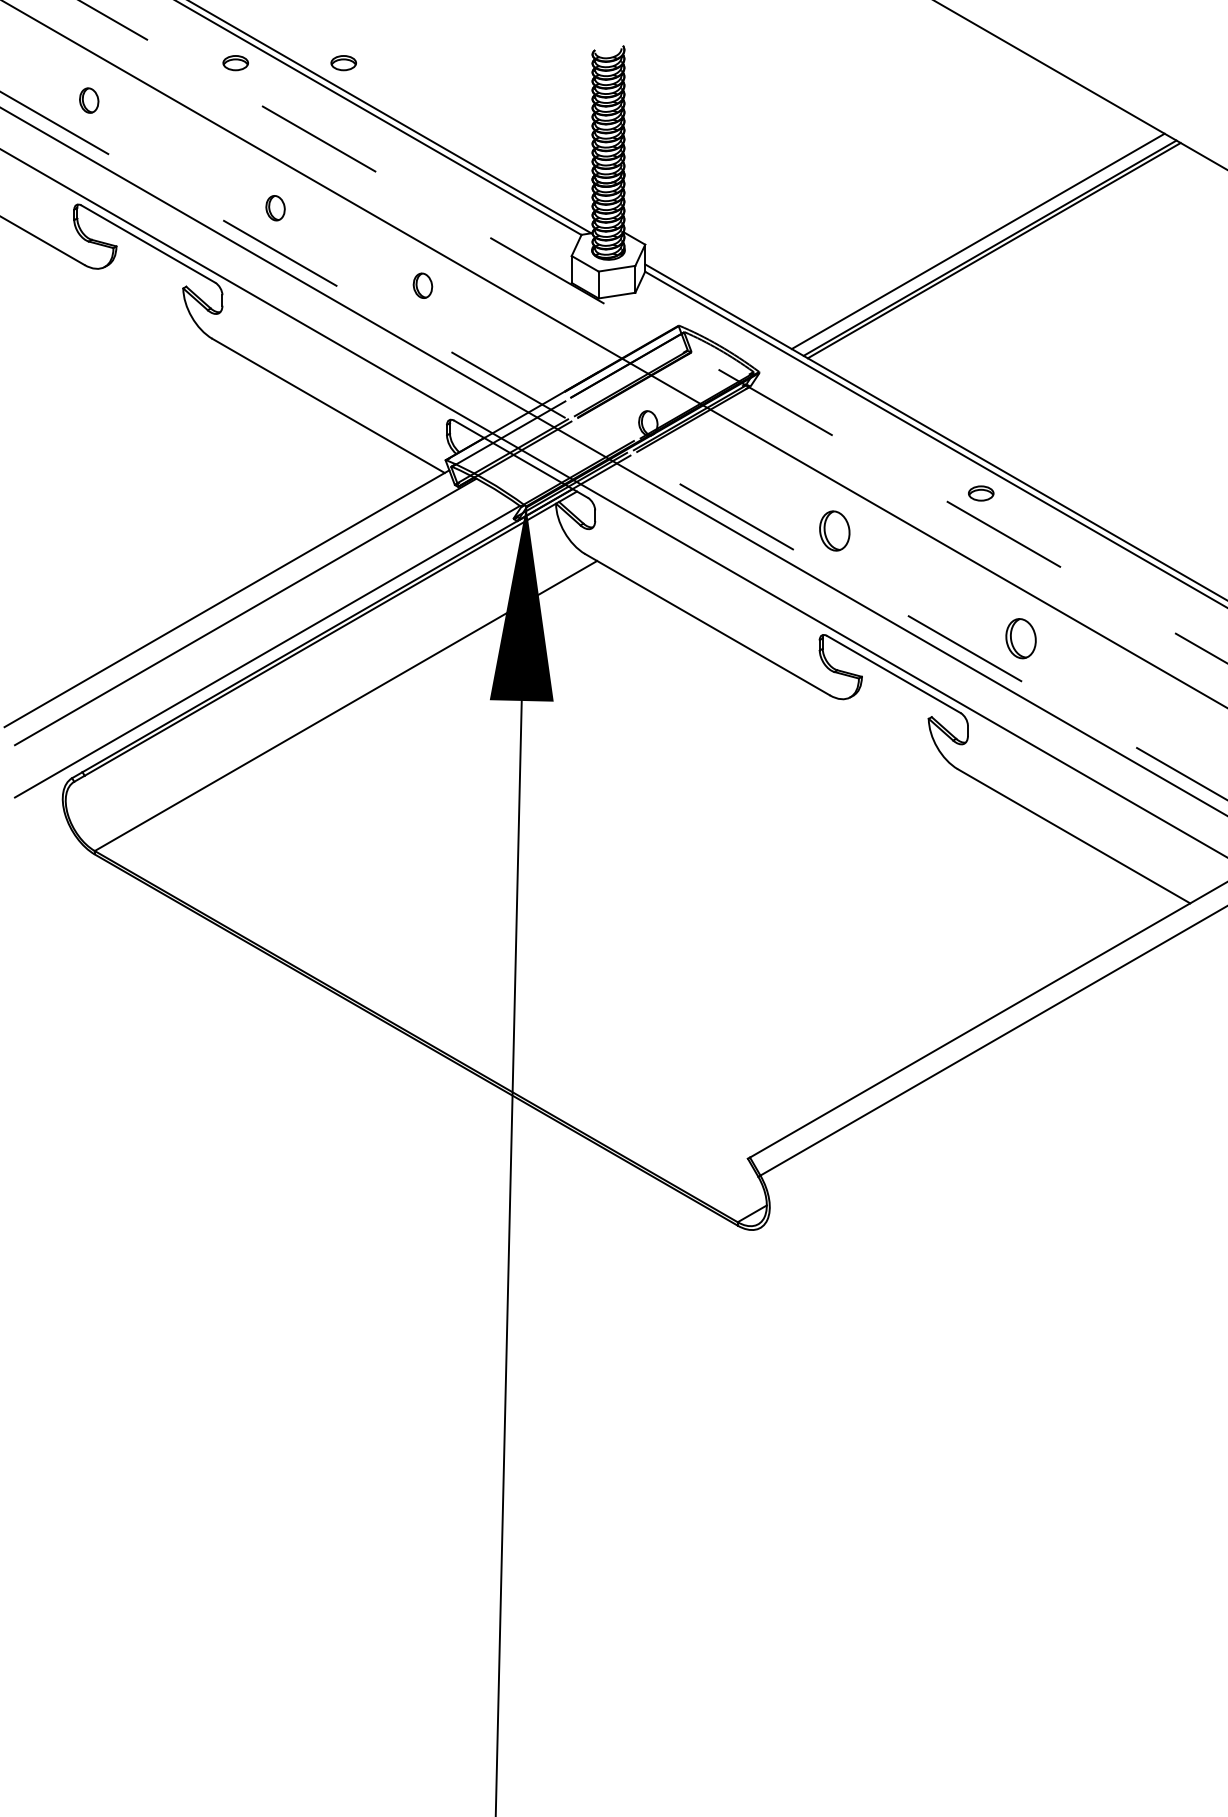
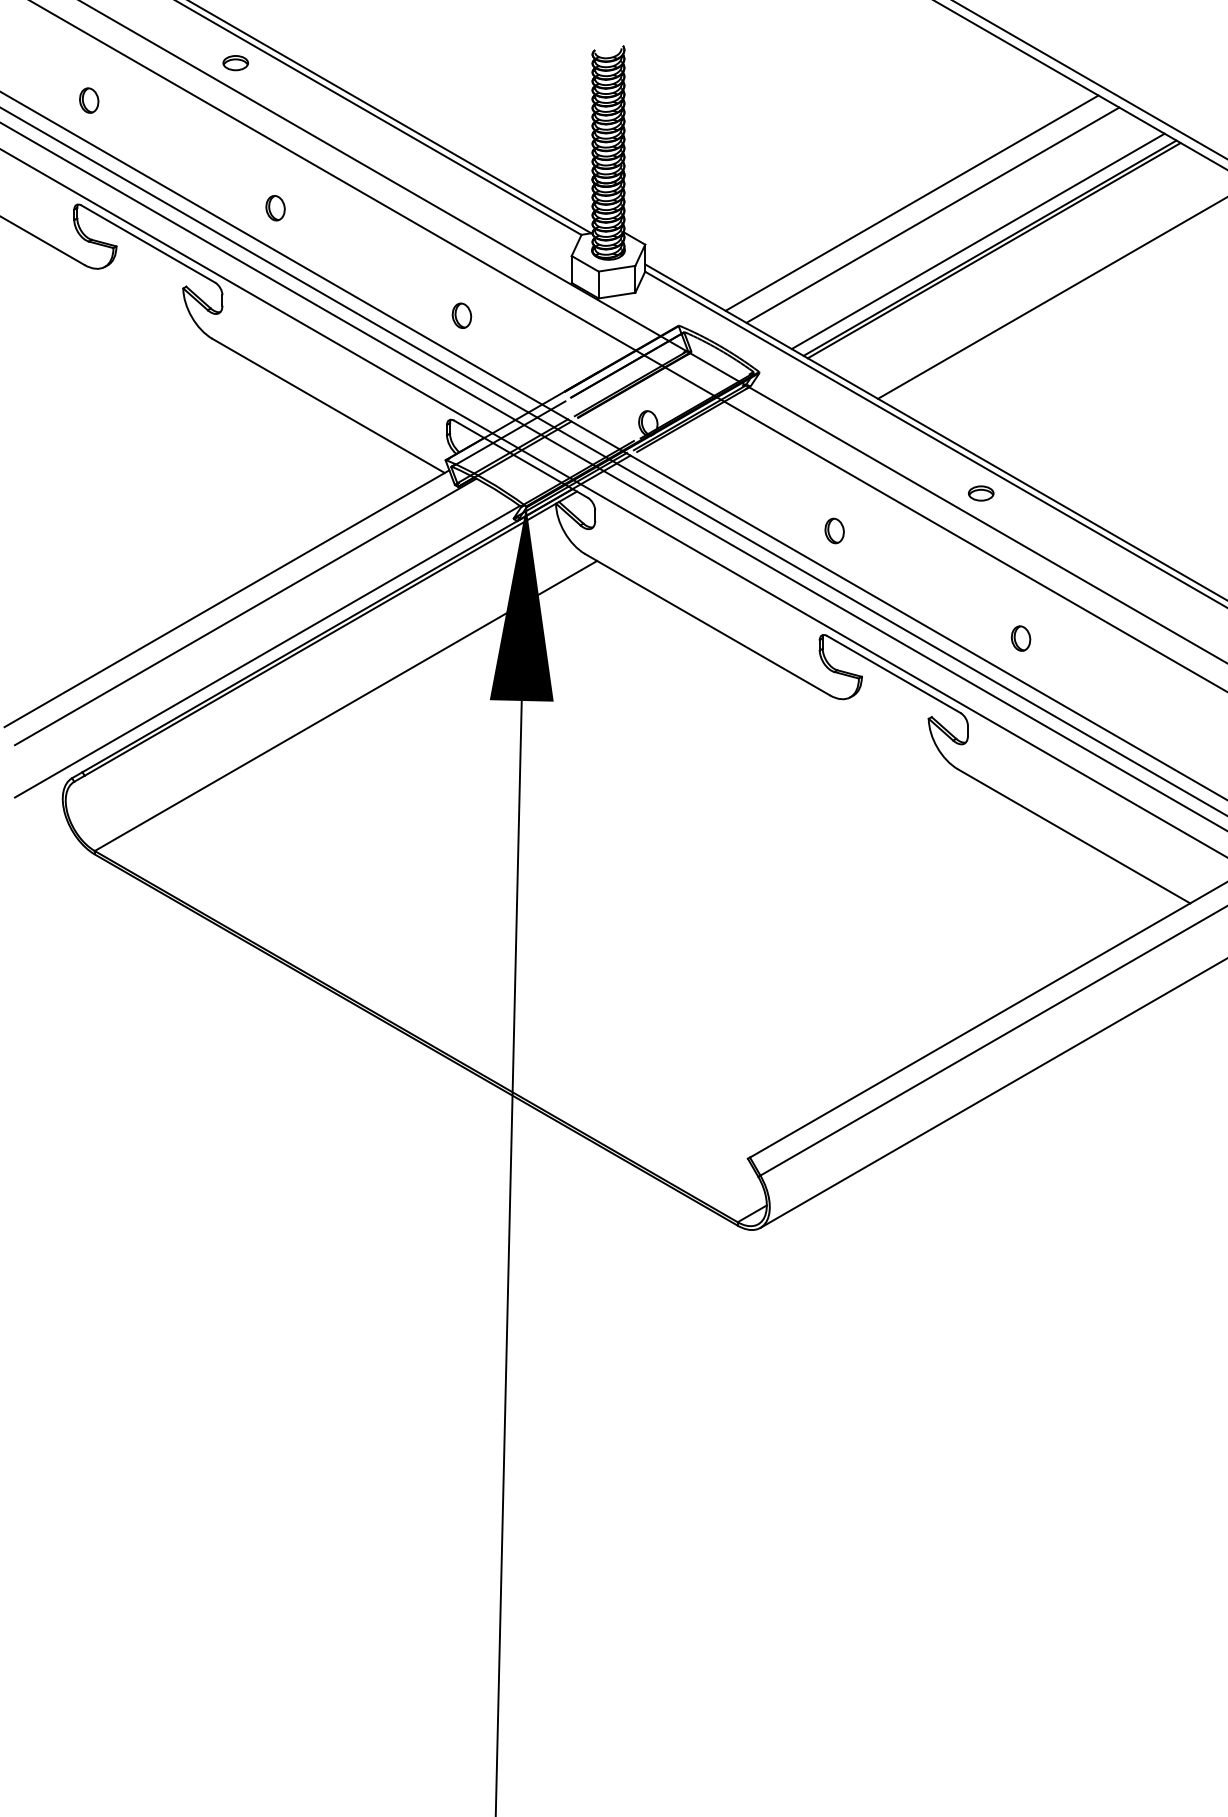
part at (343, 63): present -> none
line at (1089, 79): none -> present
line at (911, 202): none -> present
line at (932, 214): none -> present
part at (422, 285) position: (422, 285) -> (461, 315)
line at (1051, 298): none -> present
line at (653, 331): dashed -> solid
line at (614, 354) position: (614, 354) -> (628, 346)
line at (614, 446): dashed -> solid
line at (613, 476): none -> present
part at (834, 530) size: 32x42 px -> 21x28 px
part at (1020, 638) size: 32x42 px -> 22x27 px
line at (992, 1093): none -> present
